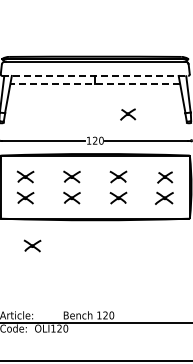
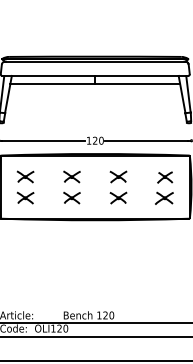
line at (95, 75): dashed -> solid
line at (95, 83): dashed -> solid
part at (128, 114): present -> none
part at (32, 245): present -> none
line at (95, 336): none -> present
